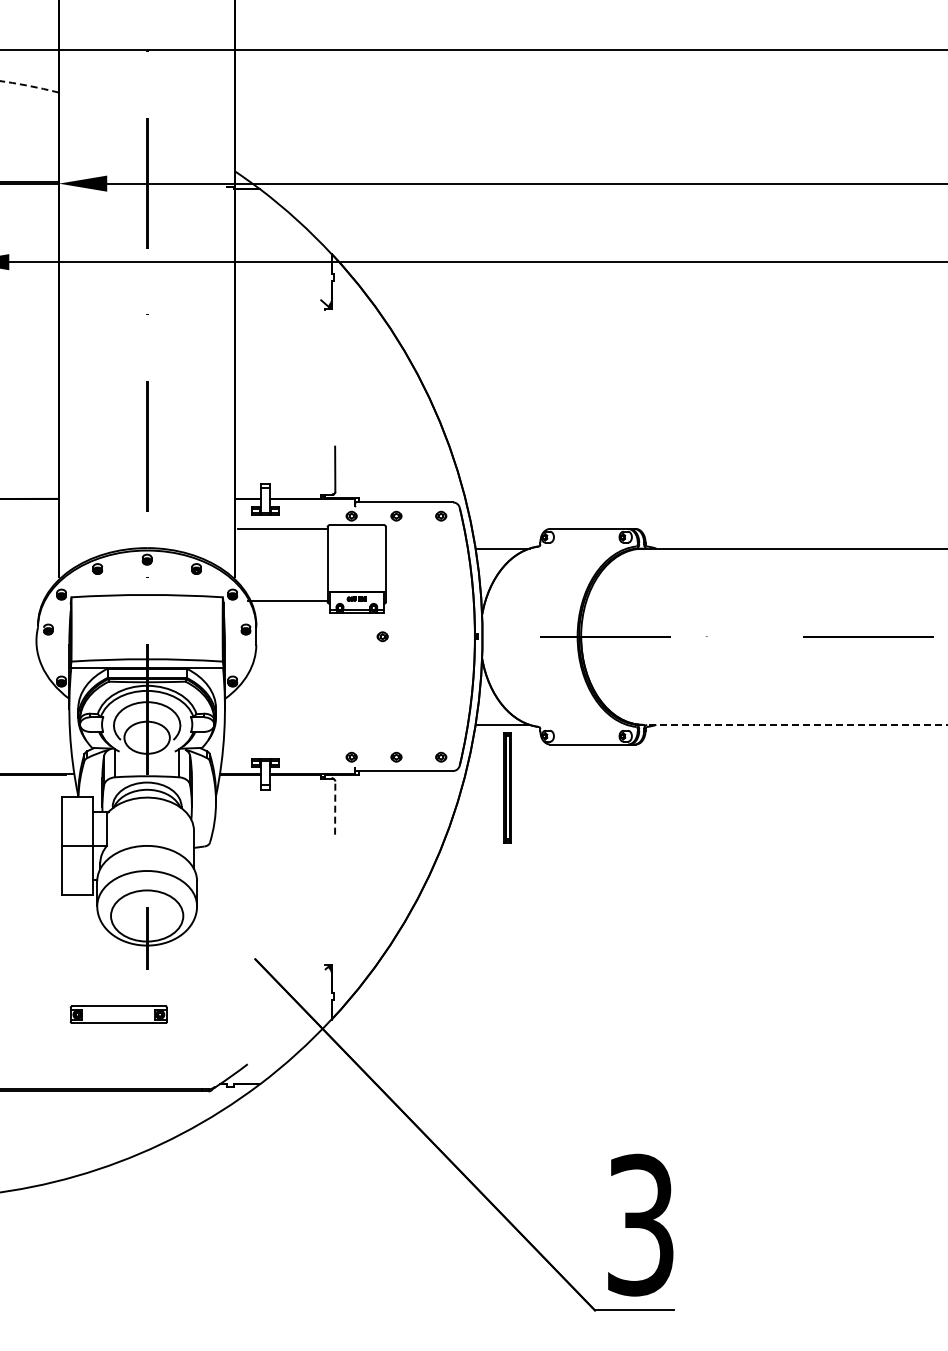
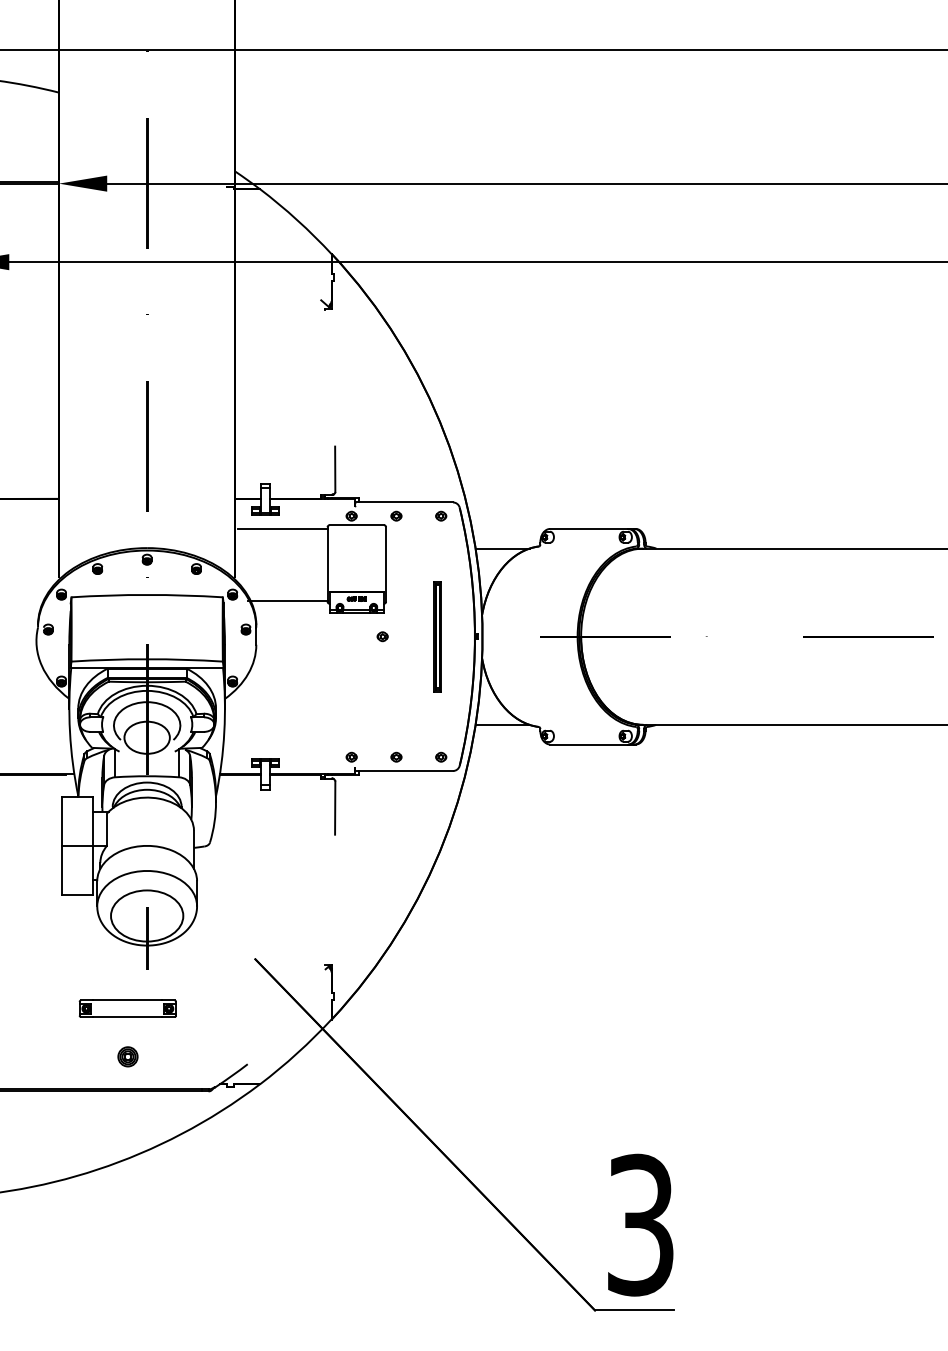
arc at (28, 85): dashed -> solid
line at (795, 724): dashed -> solid
part at (507, 787) position: (507, 787) -> (437, 636)
line at (335, 808): dashed -> solid
part at (118, 1014) position: (118, 1014) -> (127, 1008)
part at (127, 1056): none -> present
